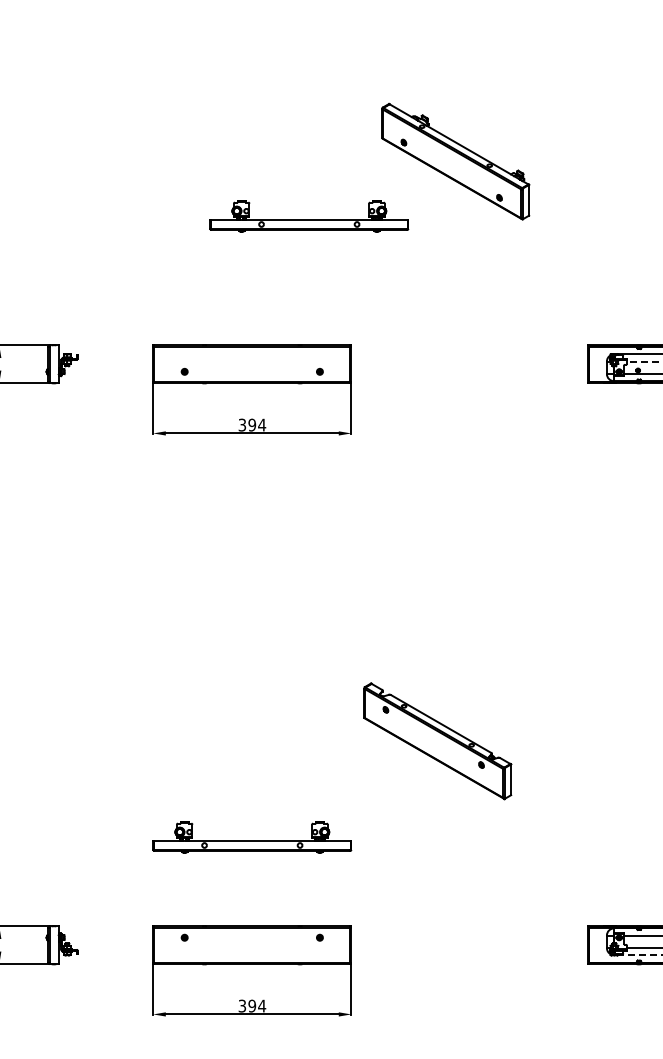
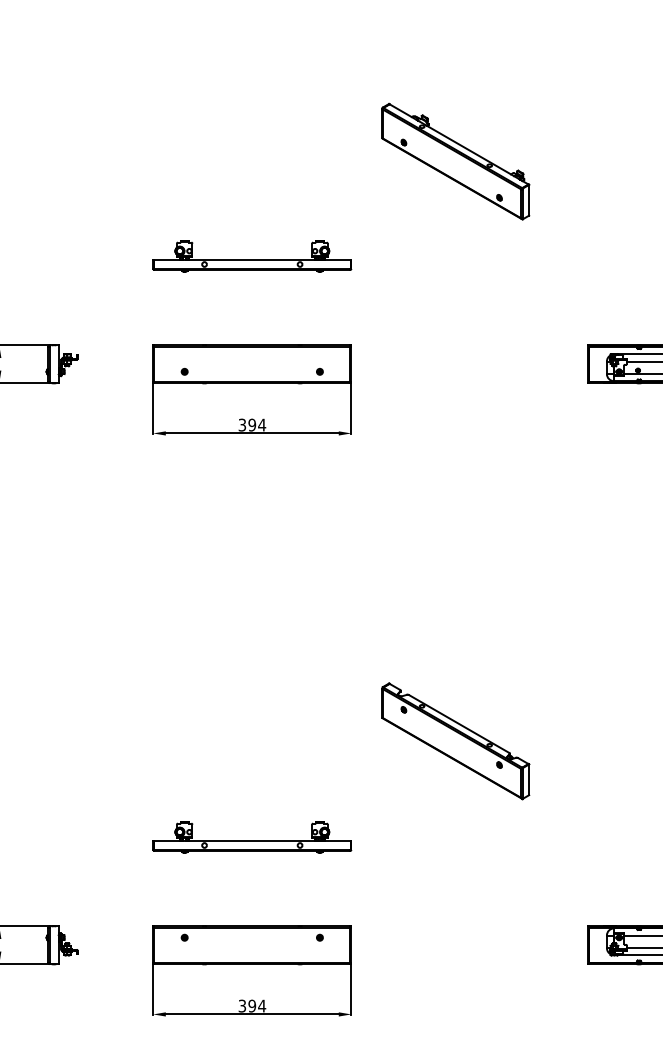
part at (309, 216) position: (309, 216) -> (252, 256)
line at (644, 361): dashed -> solid
part at (437, 741) position: (437, 741) -> (455, 741)
line at (640, 955): dashed -> solid
